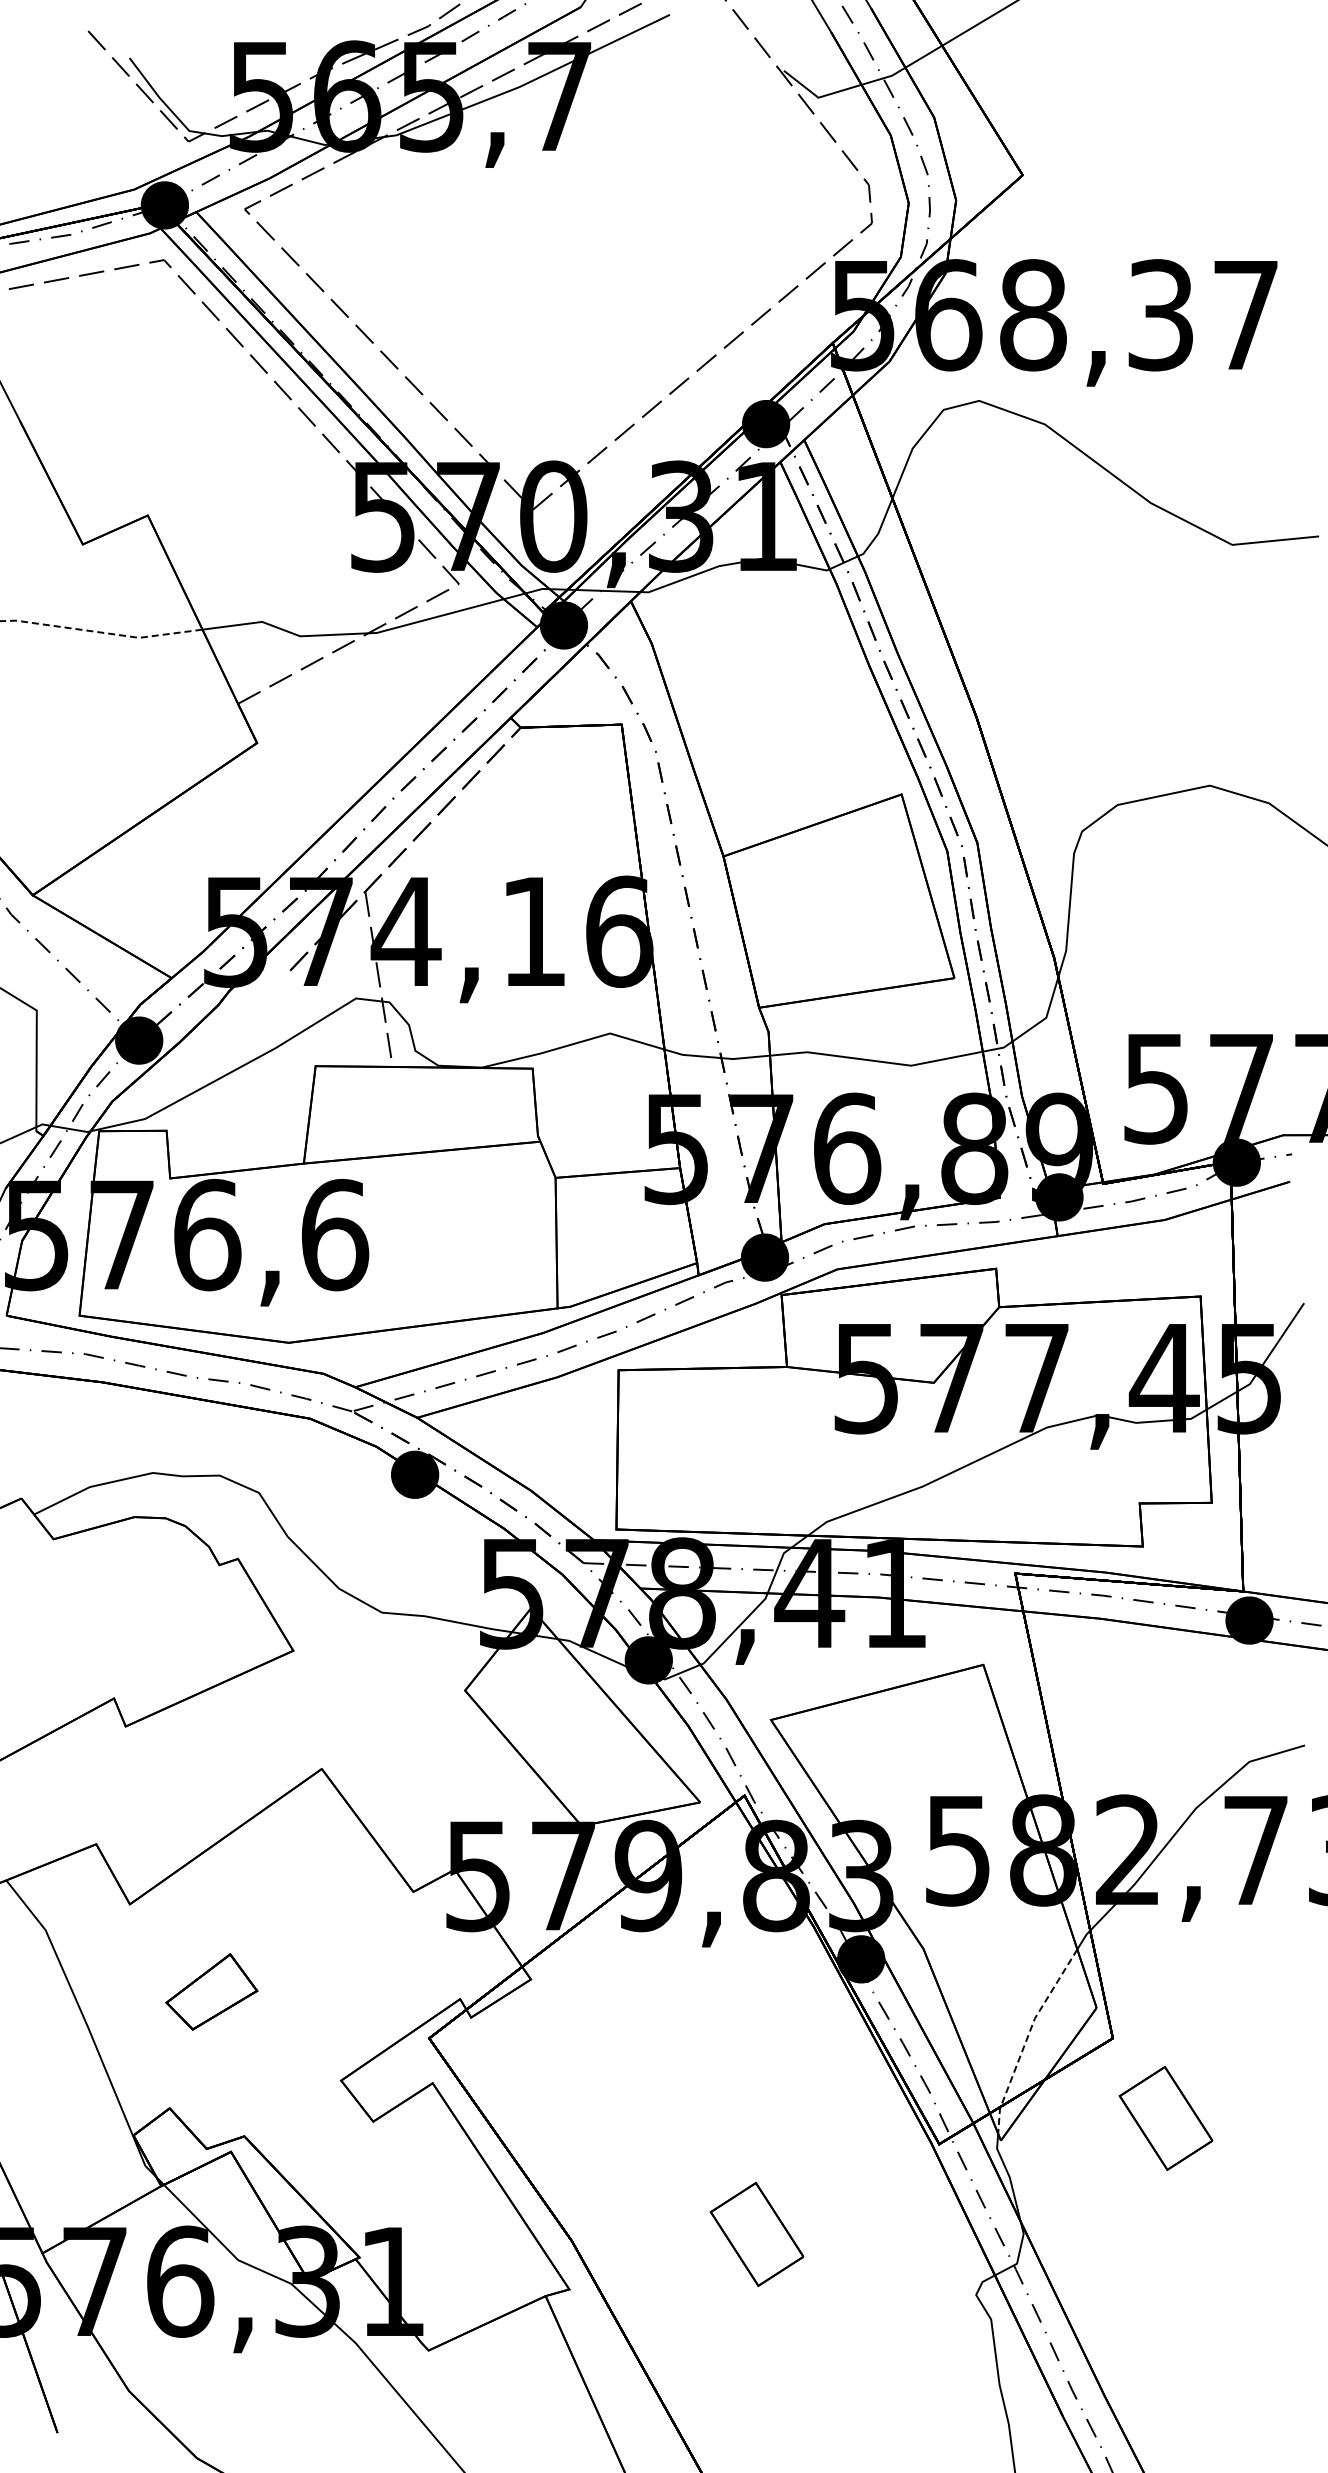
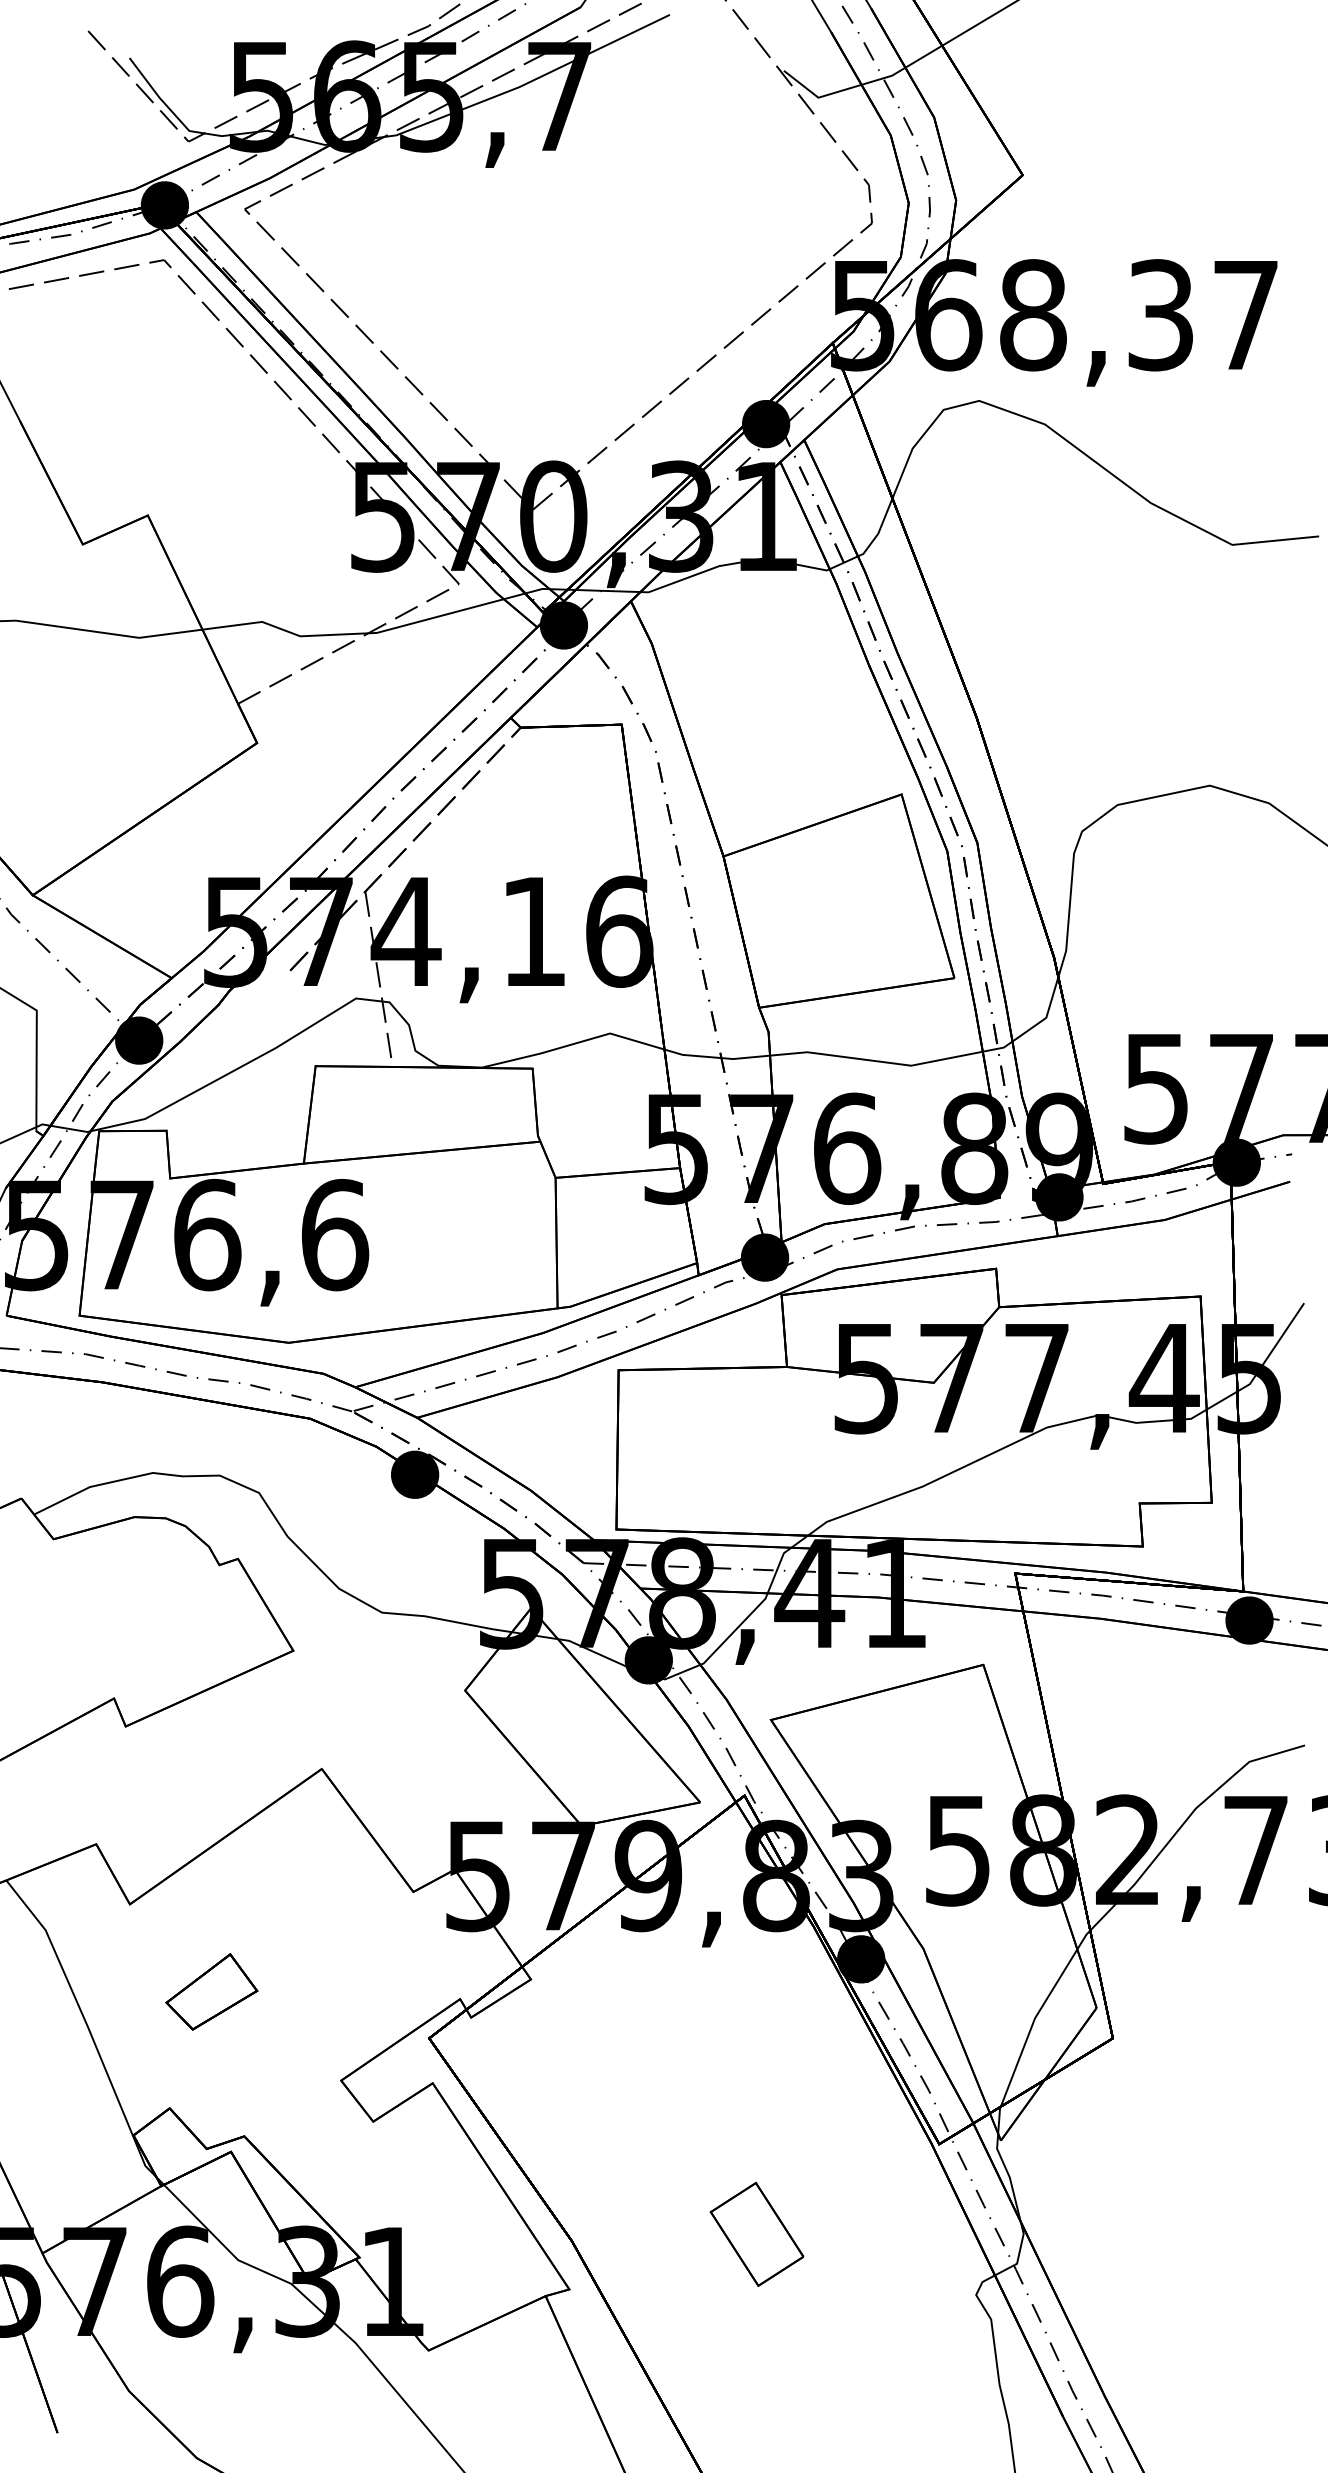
line at (101, 632): dashed -> solid
line at (1027, 2037): dashed -> solid
part at (1165, 2117): present -> none
